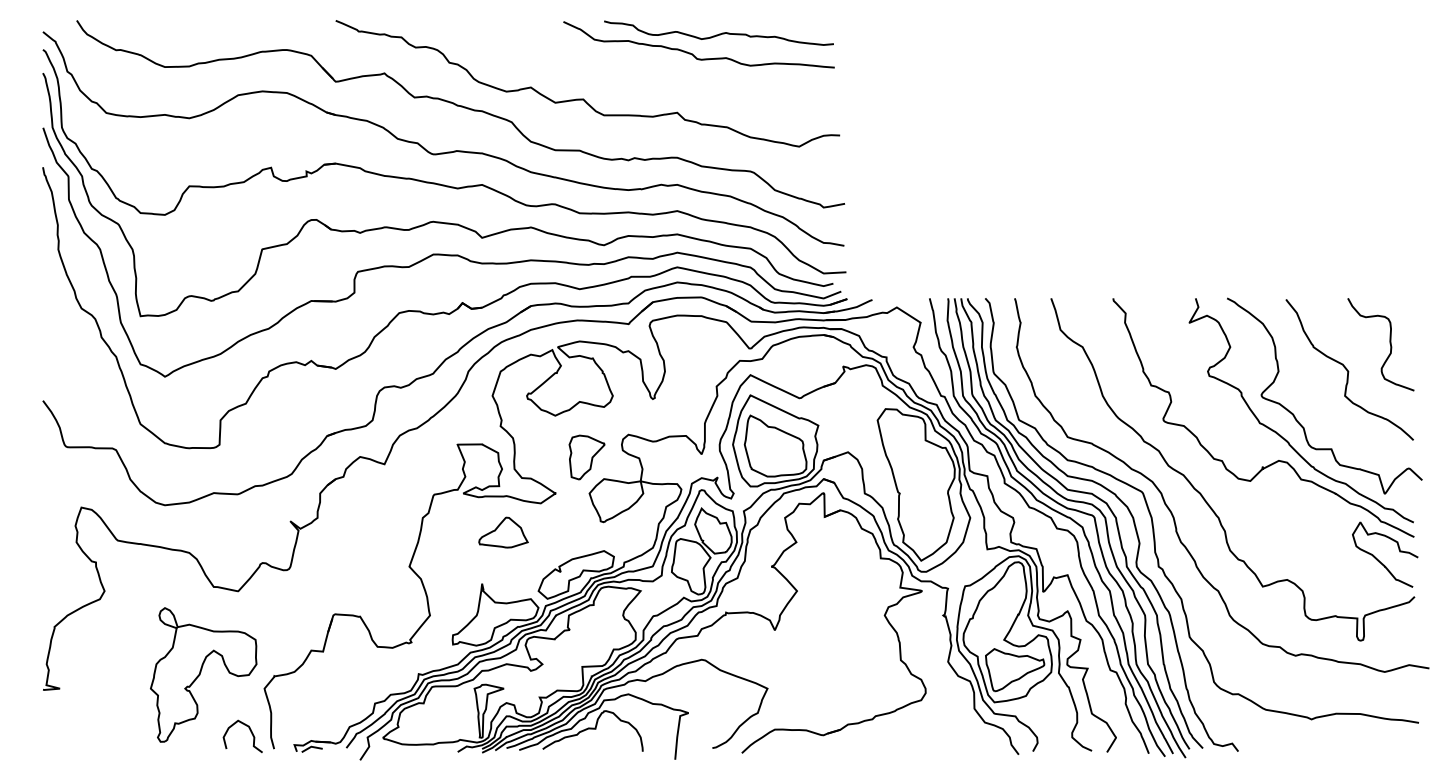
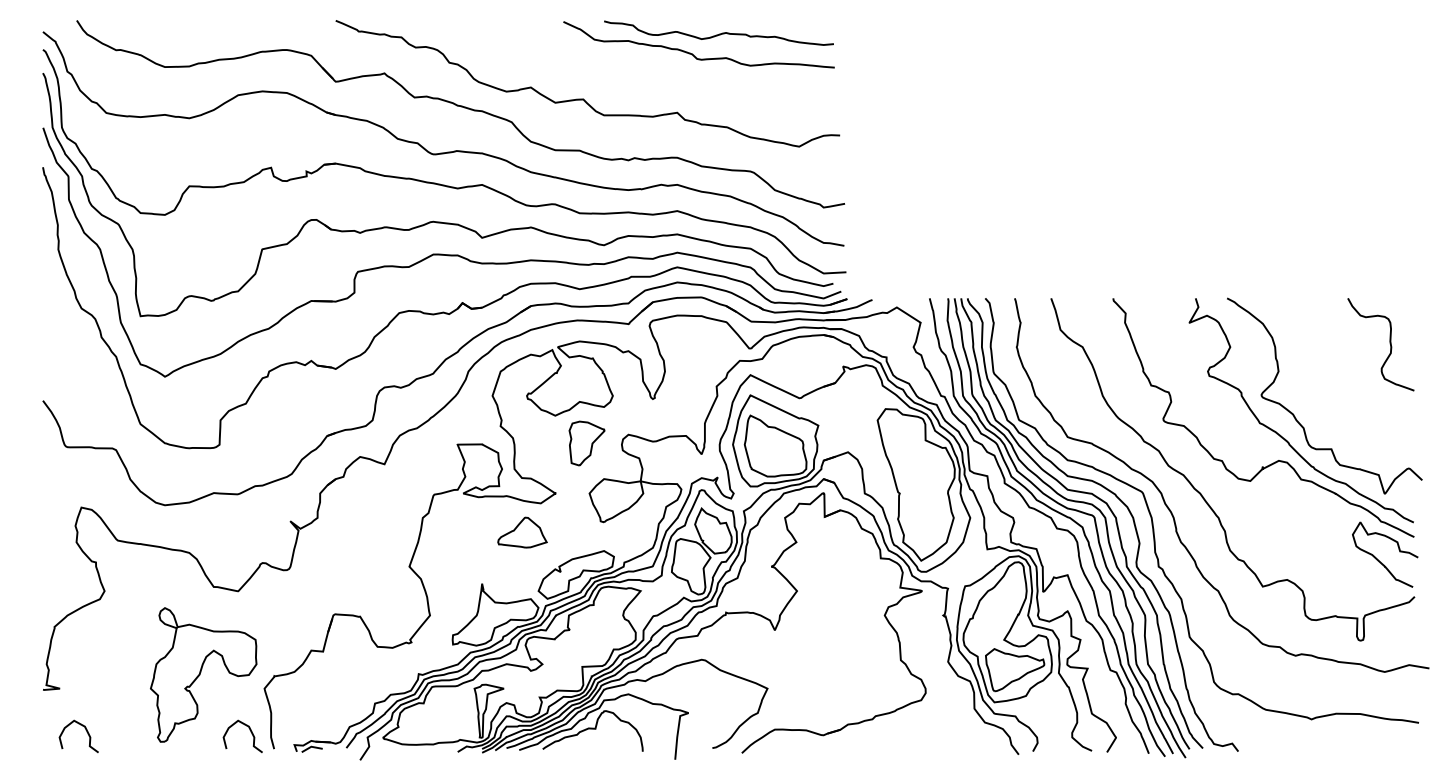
curve at (1348, 370): present -> none
part at (586, 457) position: (586, 457) -> (586, 443)
part at (503, 532) position: (503, 532) -> (522, 532)
curve at (86, 732): none -> present
